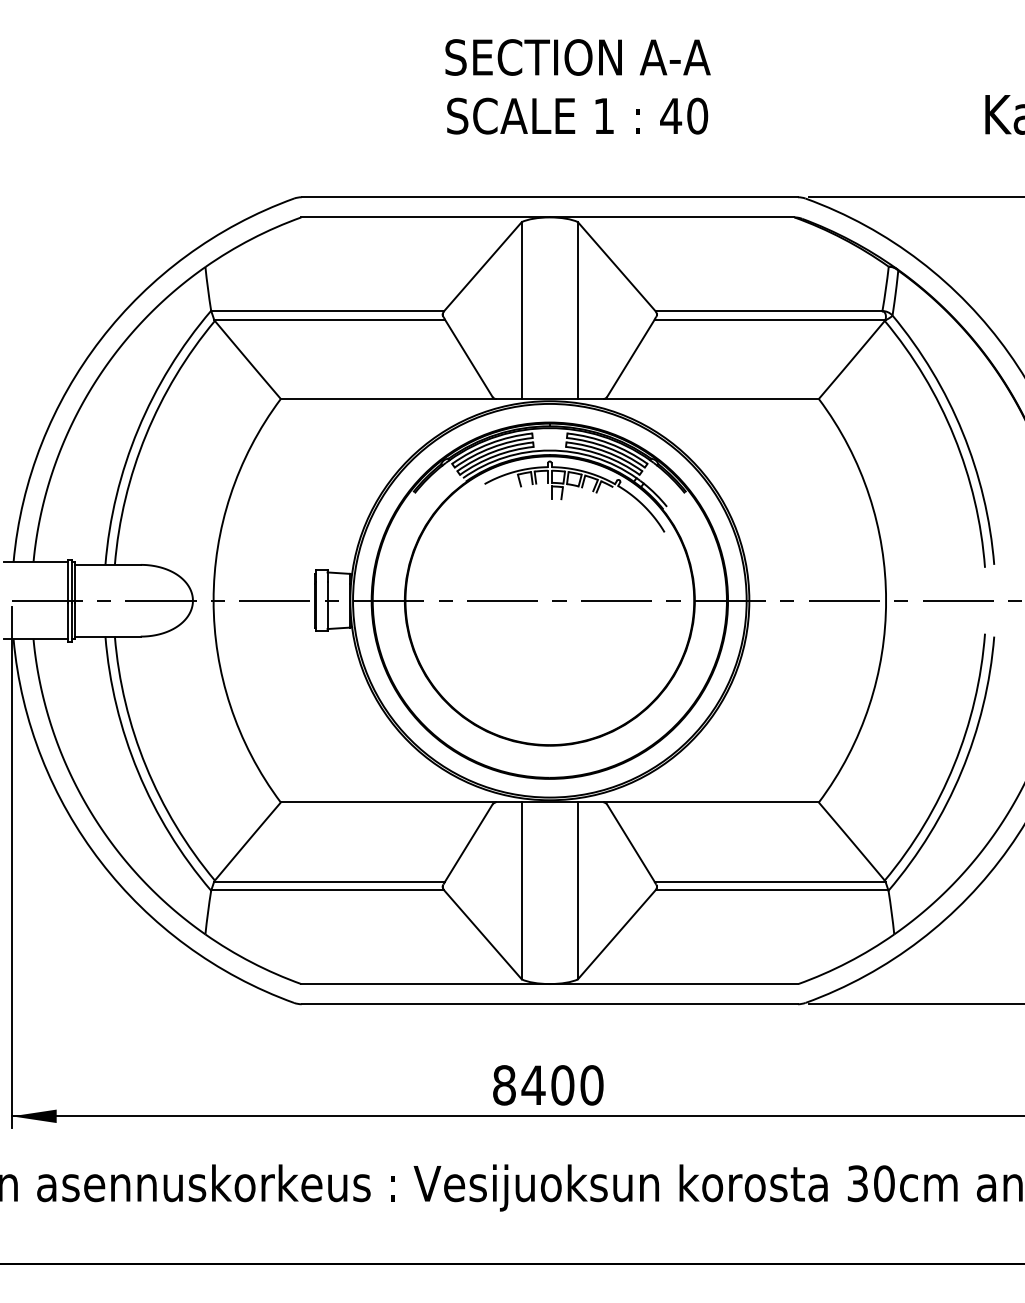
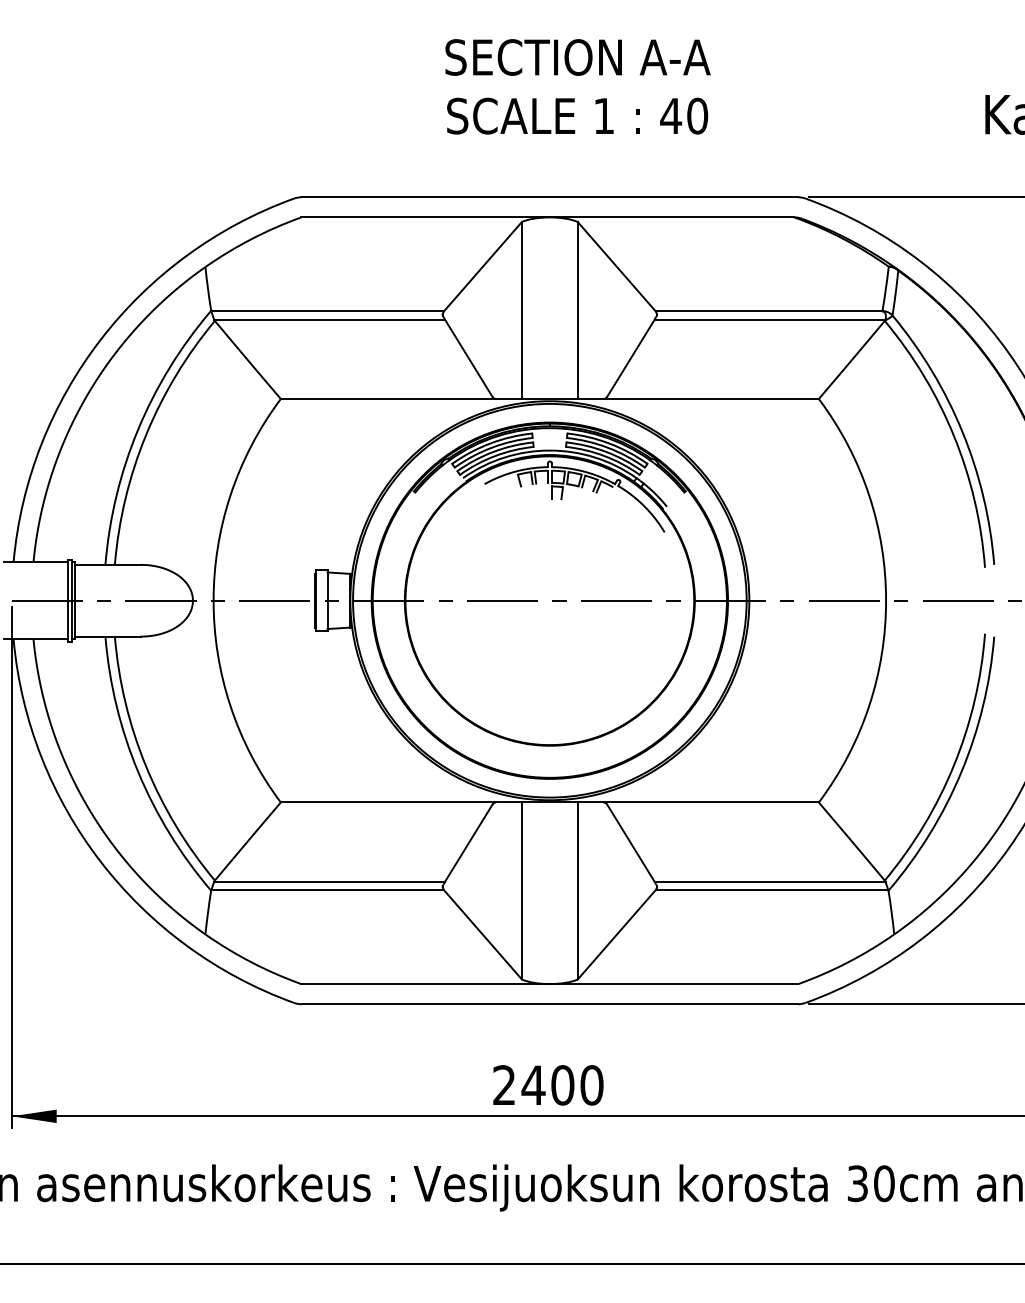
text at (504, 1085): 8400 -> 2400
